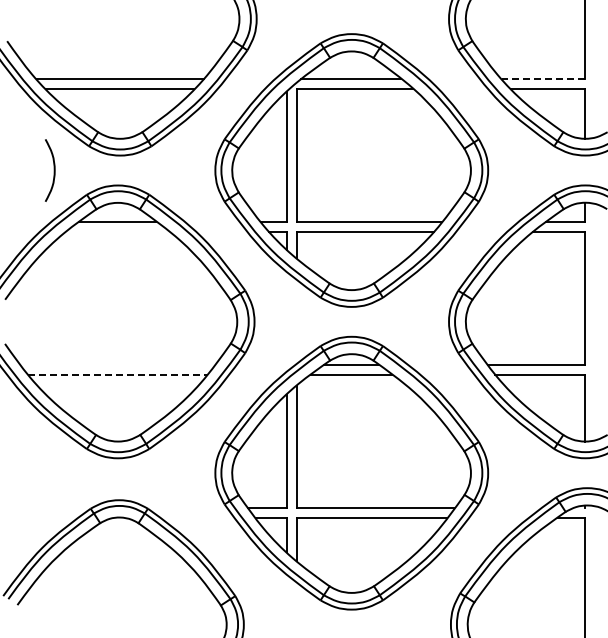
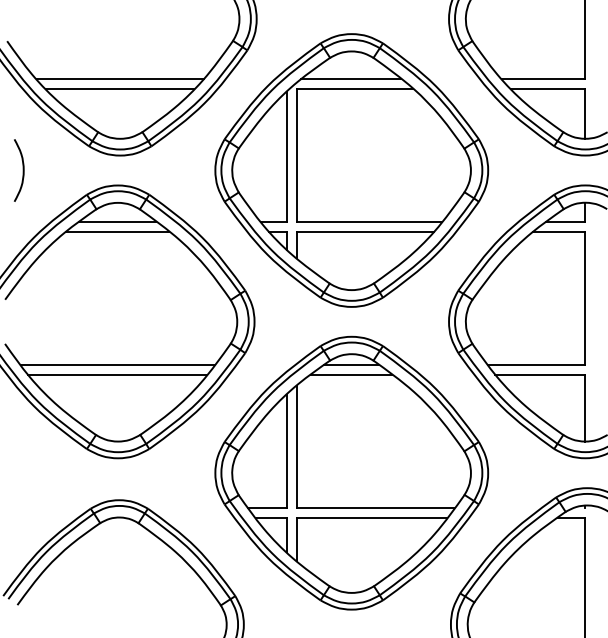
line at (543, 79): dashed -> solid
curve at (53, 170) position: (53, 170) -> (22, 170)
line at (117, 231): none -> present
line at (117, 365): none -> present
line at (117, 374): dashed -> solid
